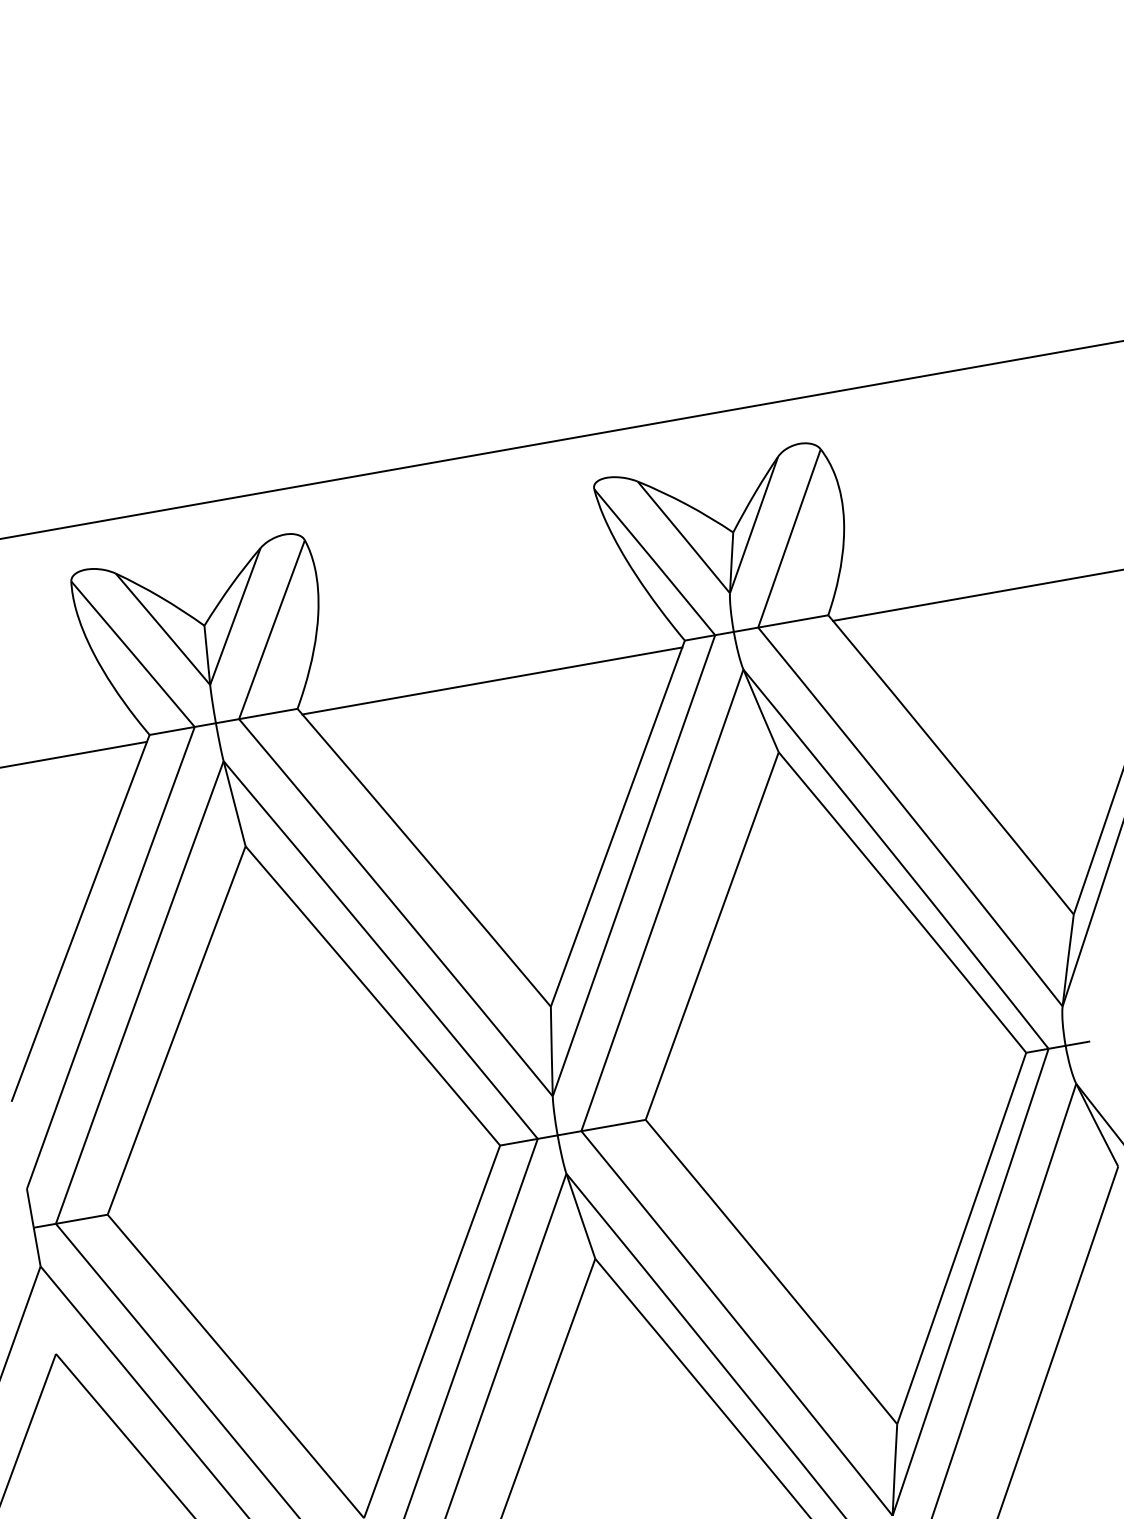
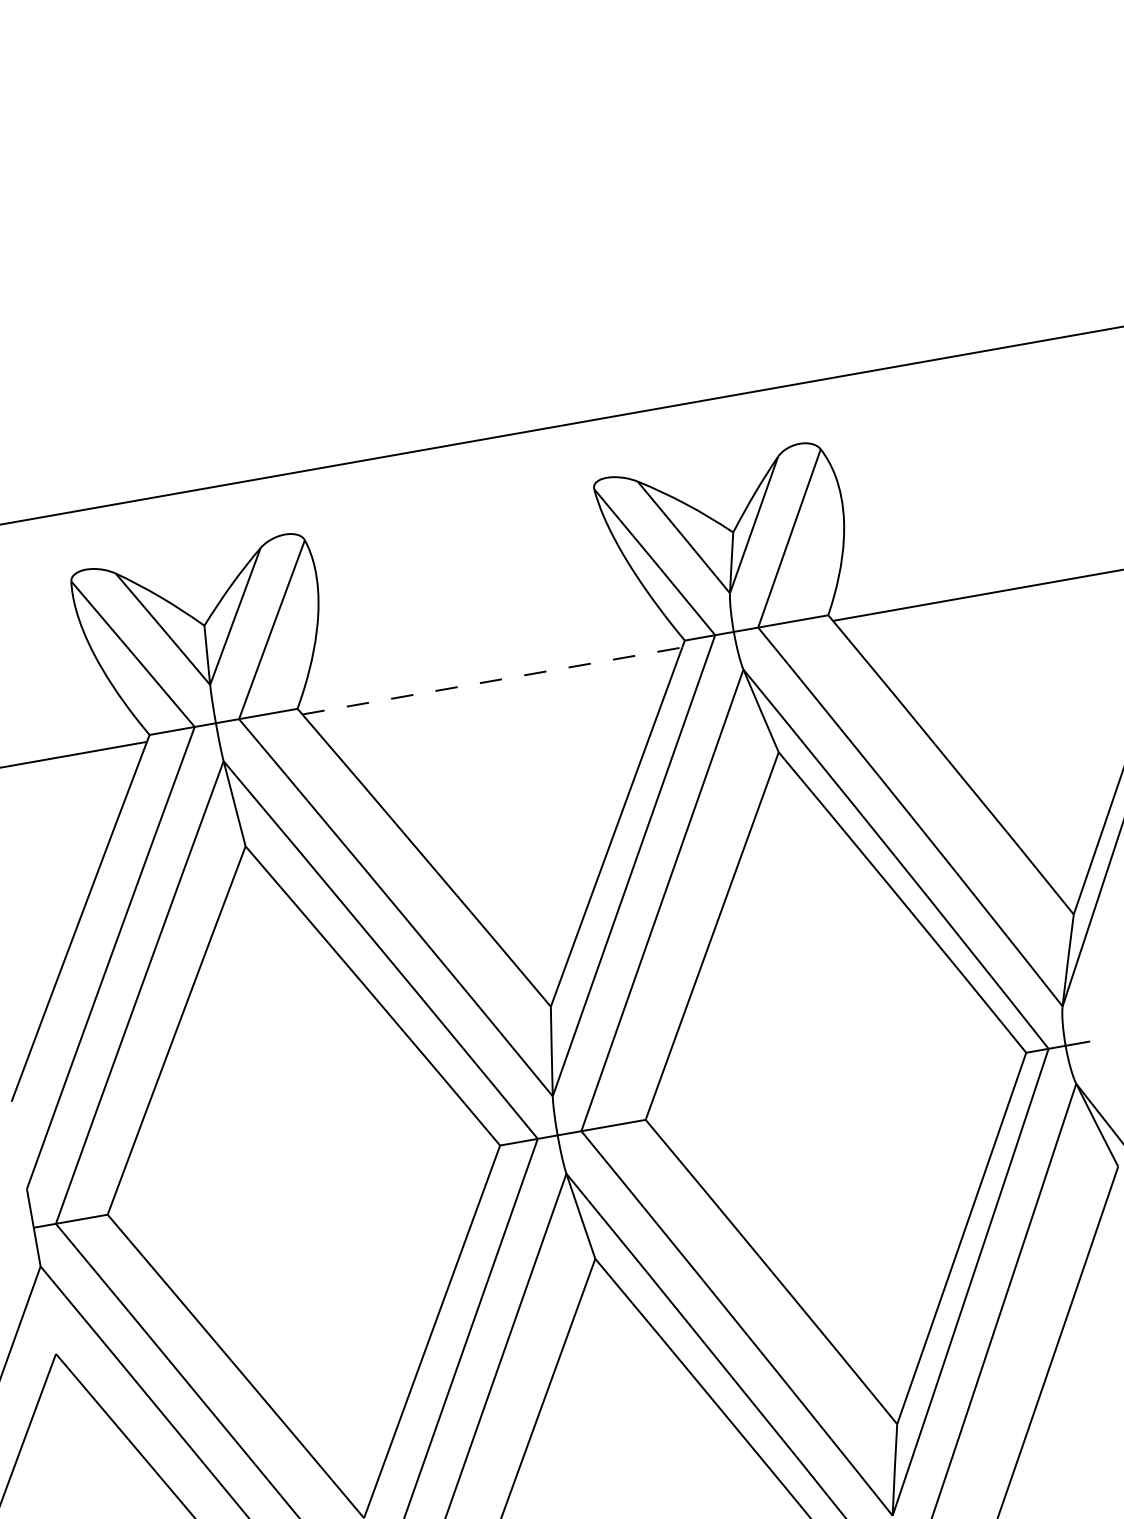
line at (561, 439) position: (561, 439) -> (561, 425)
line at (492, 680): solid -> dashed
